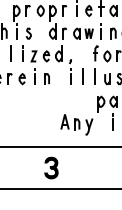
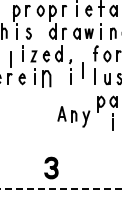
line at (10, 53) position: (10, 53) -> (10, 59)
line at (82, 76) position: (82, 76) -> (82, 70)
part at (46, 78) size: 6x12 px -> 10x18 px
part at (76, 124) position: (76, 124) -> (73, 116)
line at (60, 147): present -> none
line at (60, 188): solid -> dashed
